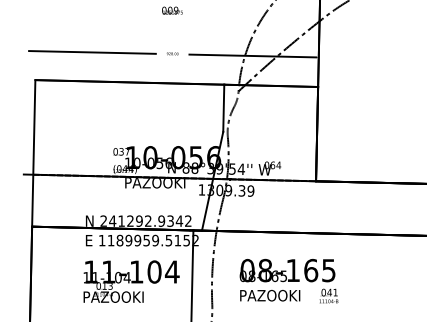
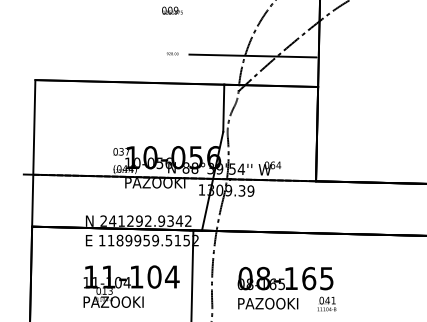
line at (92, 52): present -> none
text at (288, 280) position: (288, 280) -> (286, 288)
text at (131, 281) position: (131, 281) -> (131, 286)
